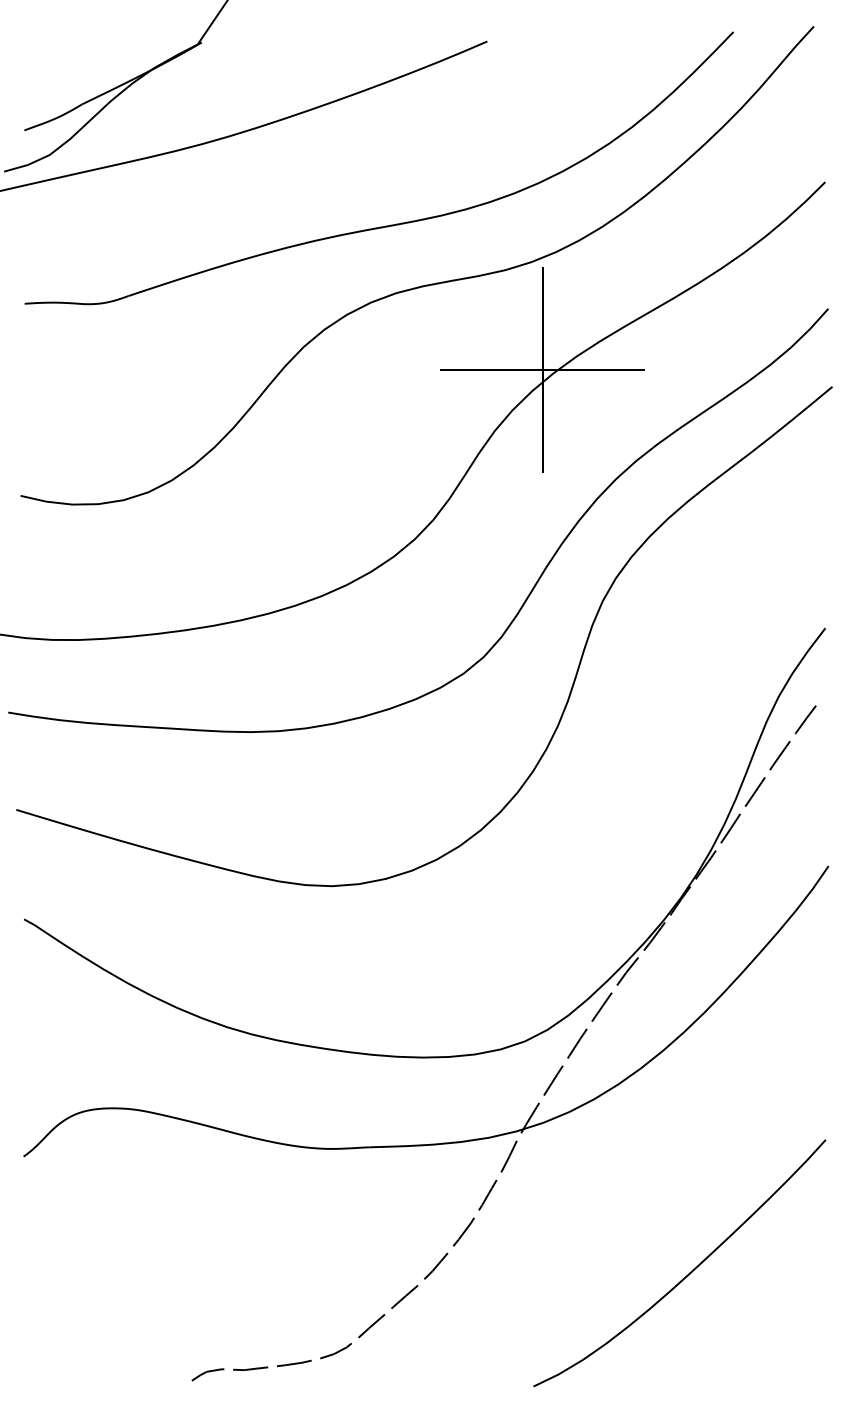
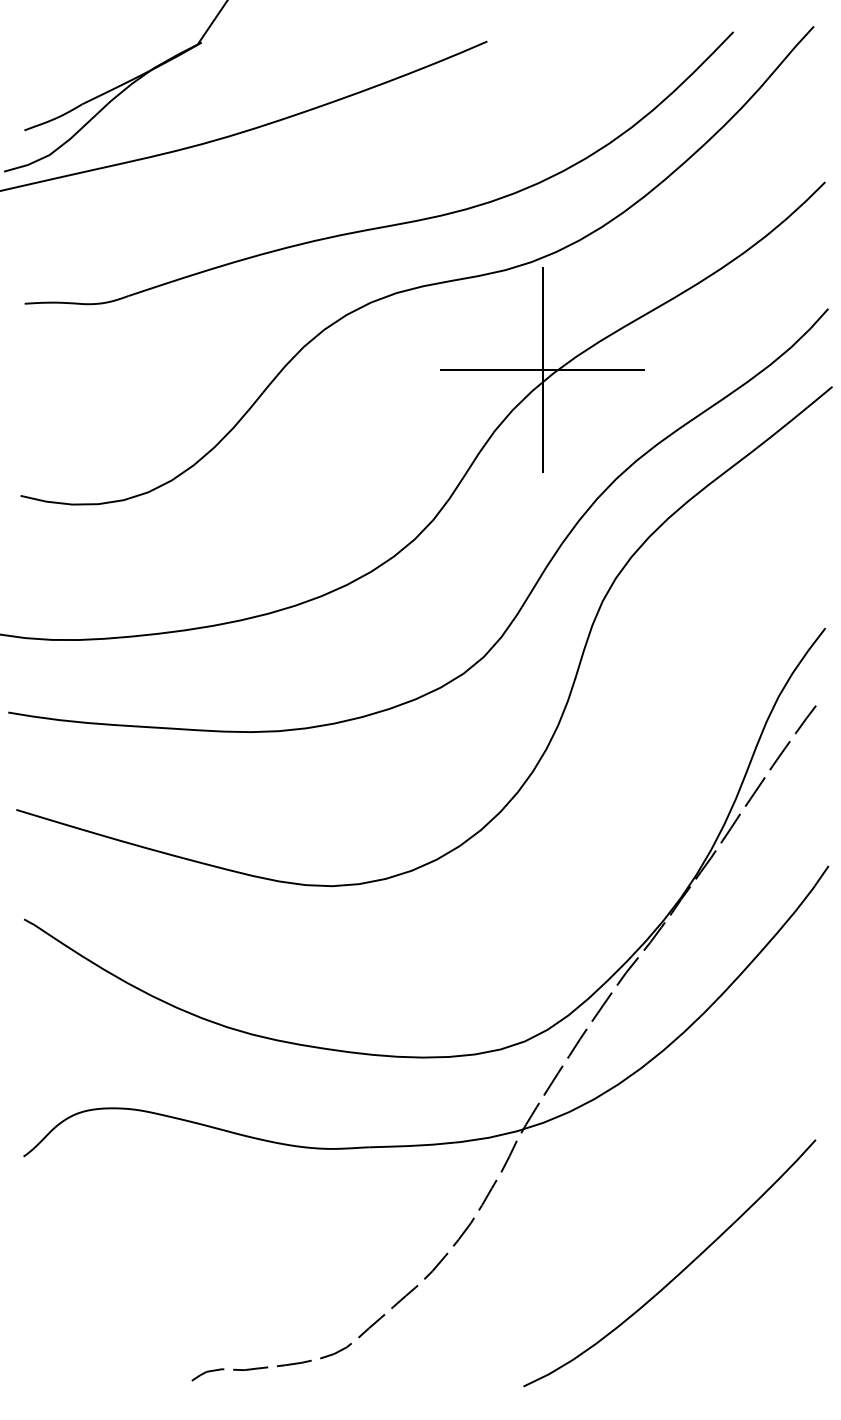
curve at (689, 1272) position: (689, 1272) -> (679, 1272)
